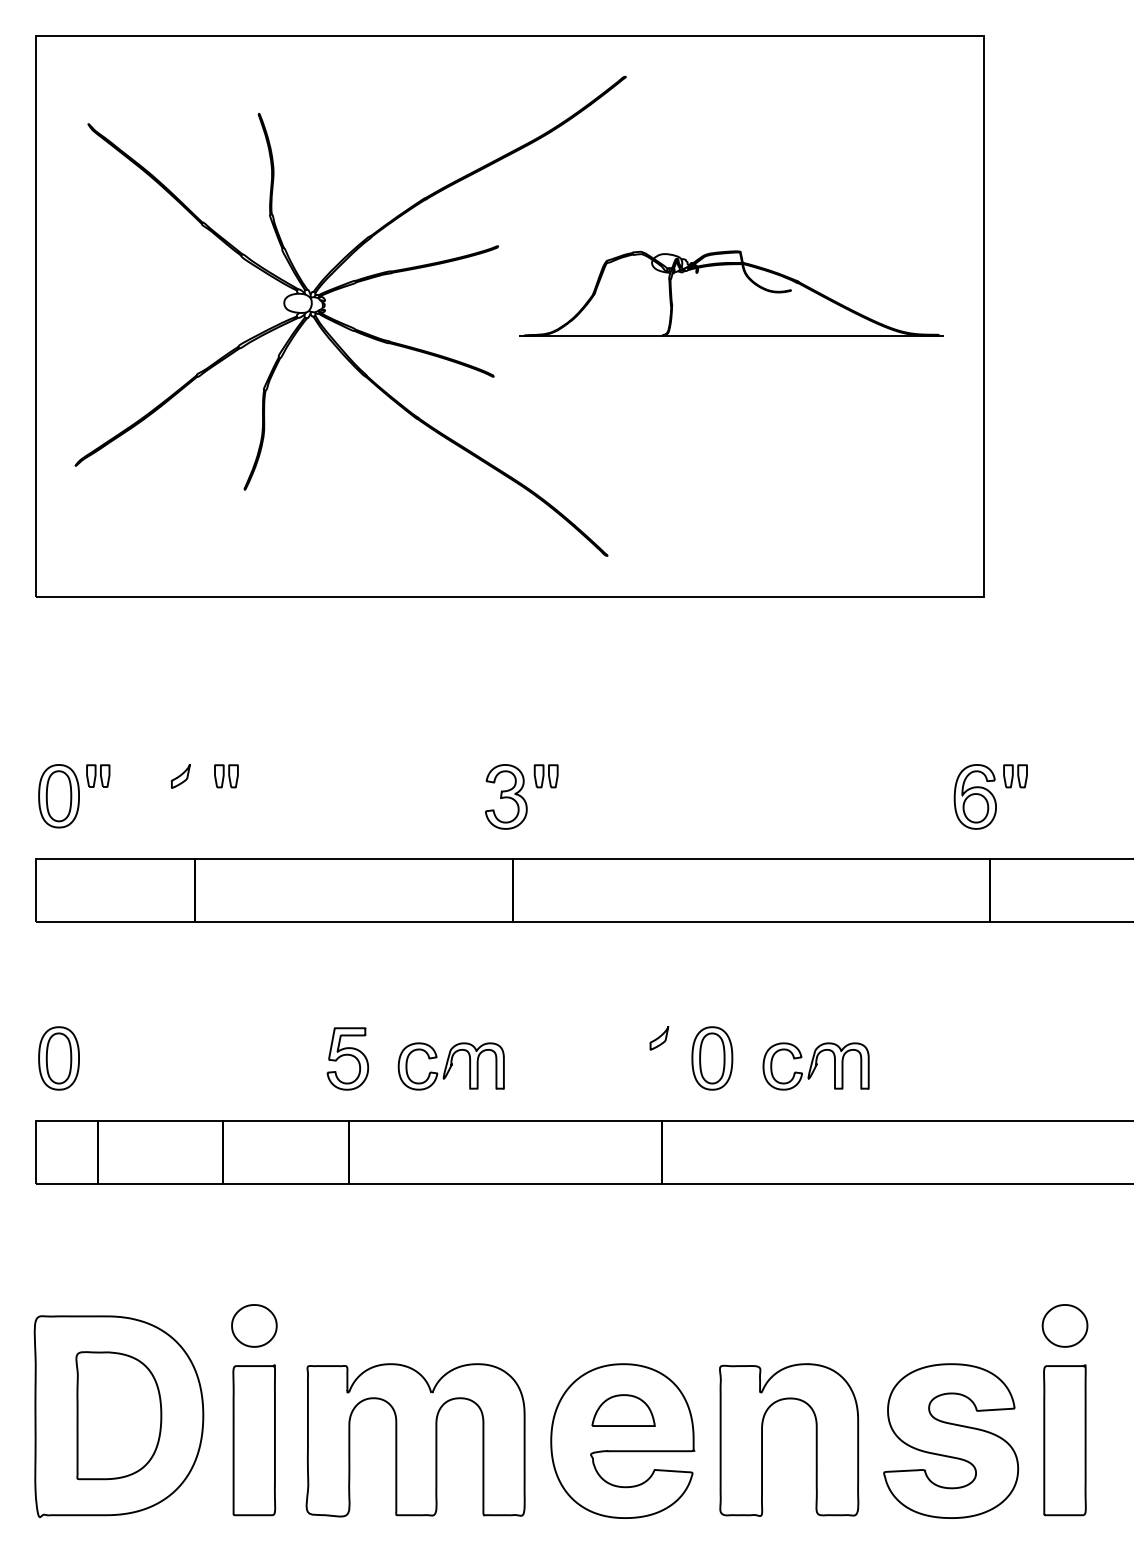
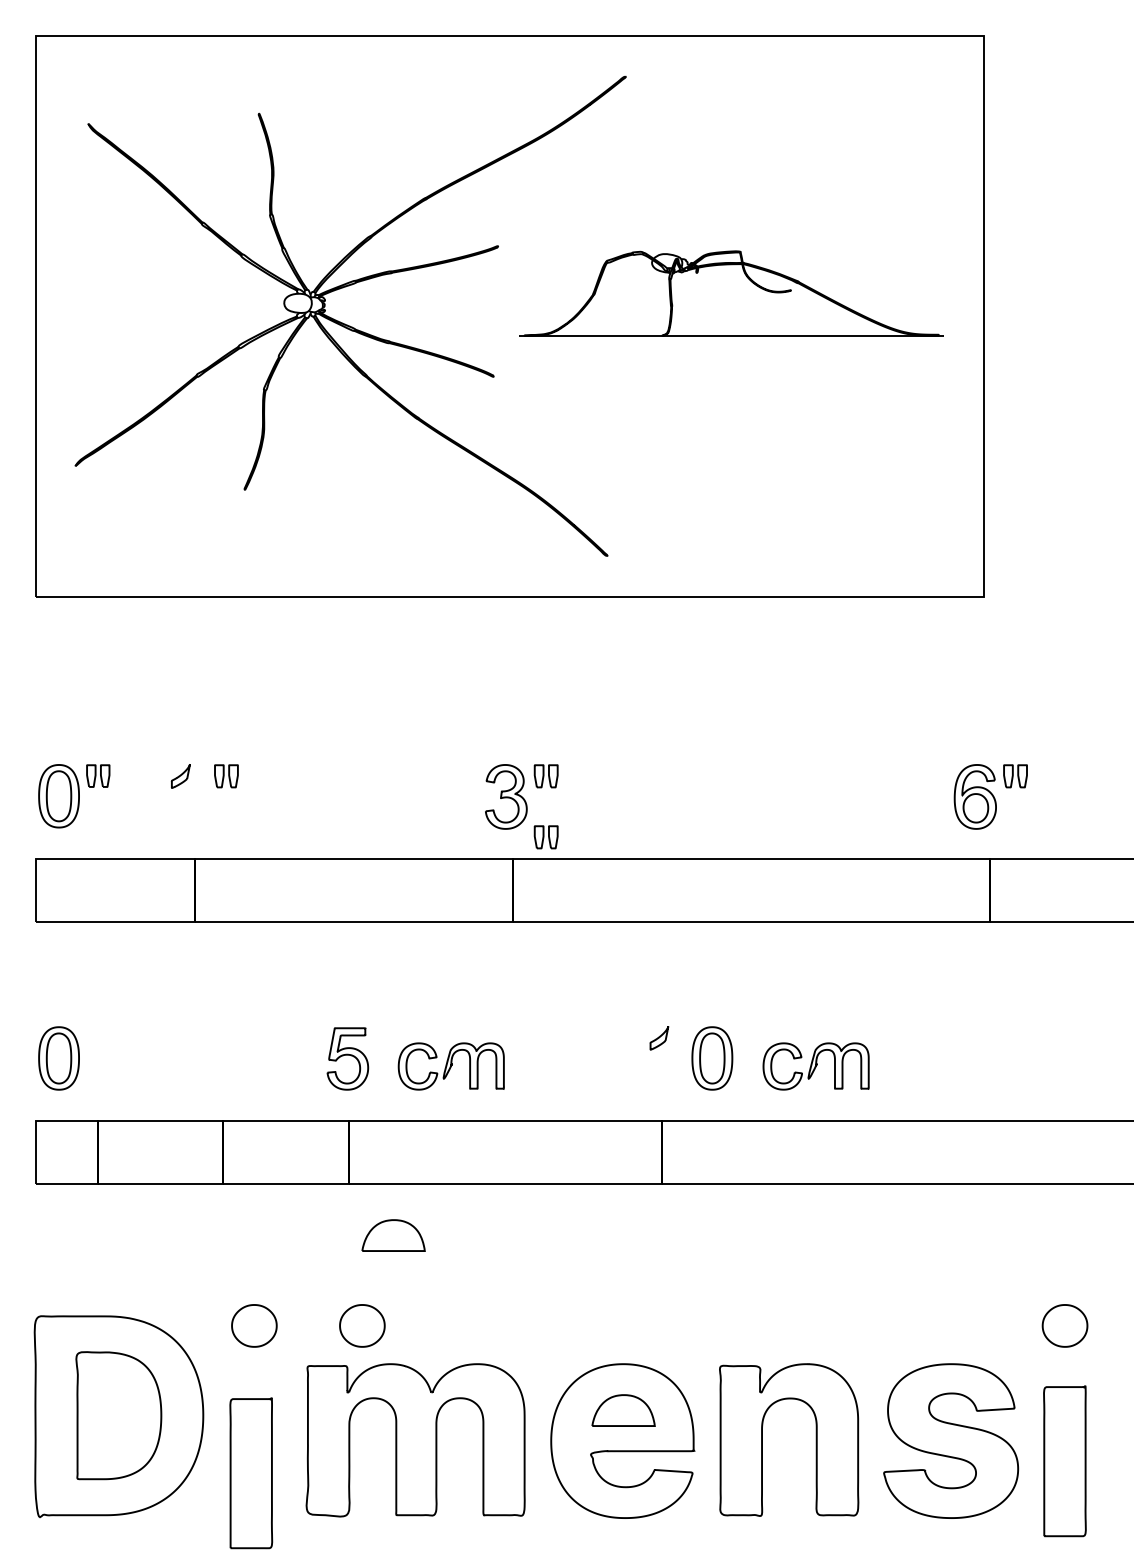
part at (545, 837): none -> present
part at (393, 1235): none -> present
part at (362, 1325): none -> present
part at (254, 1440) position: (254, 1440) -> (251, 1473)
part at (1064, 1440) position: (1064, 1440) -> (1064, 1461)
